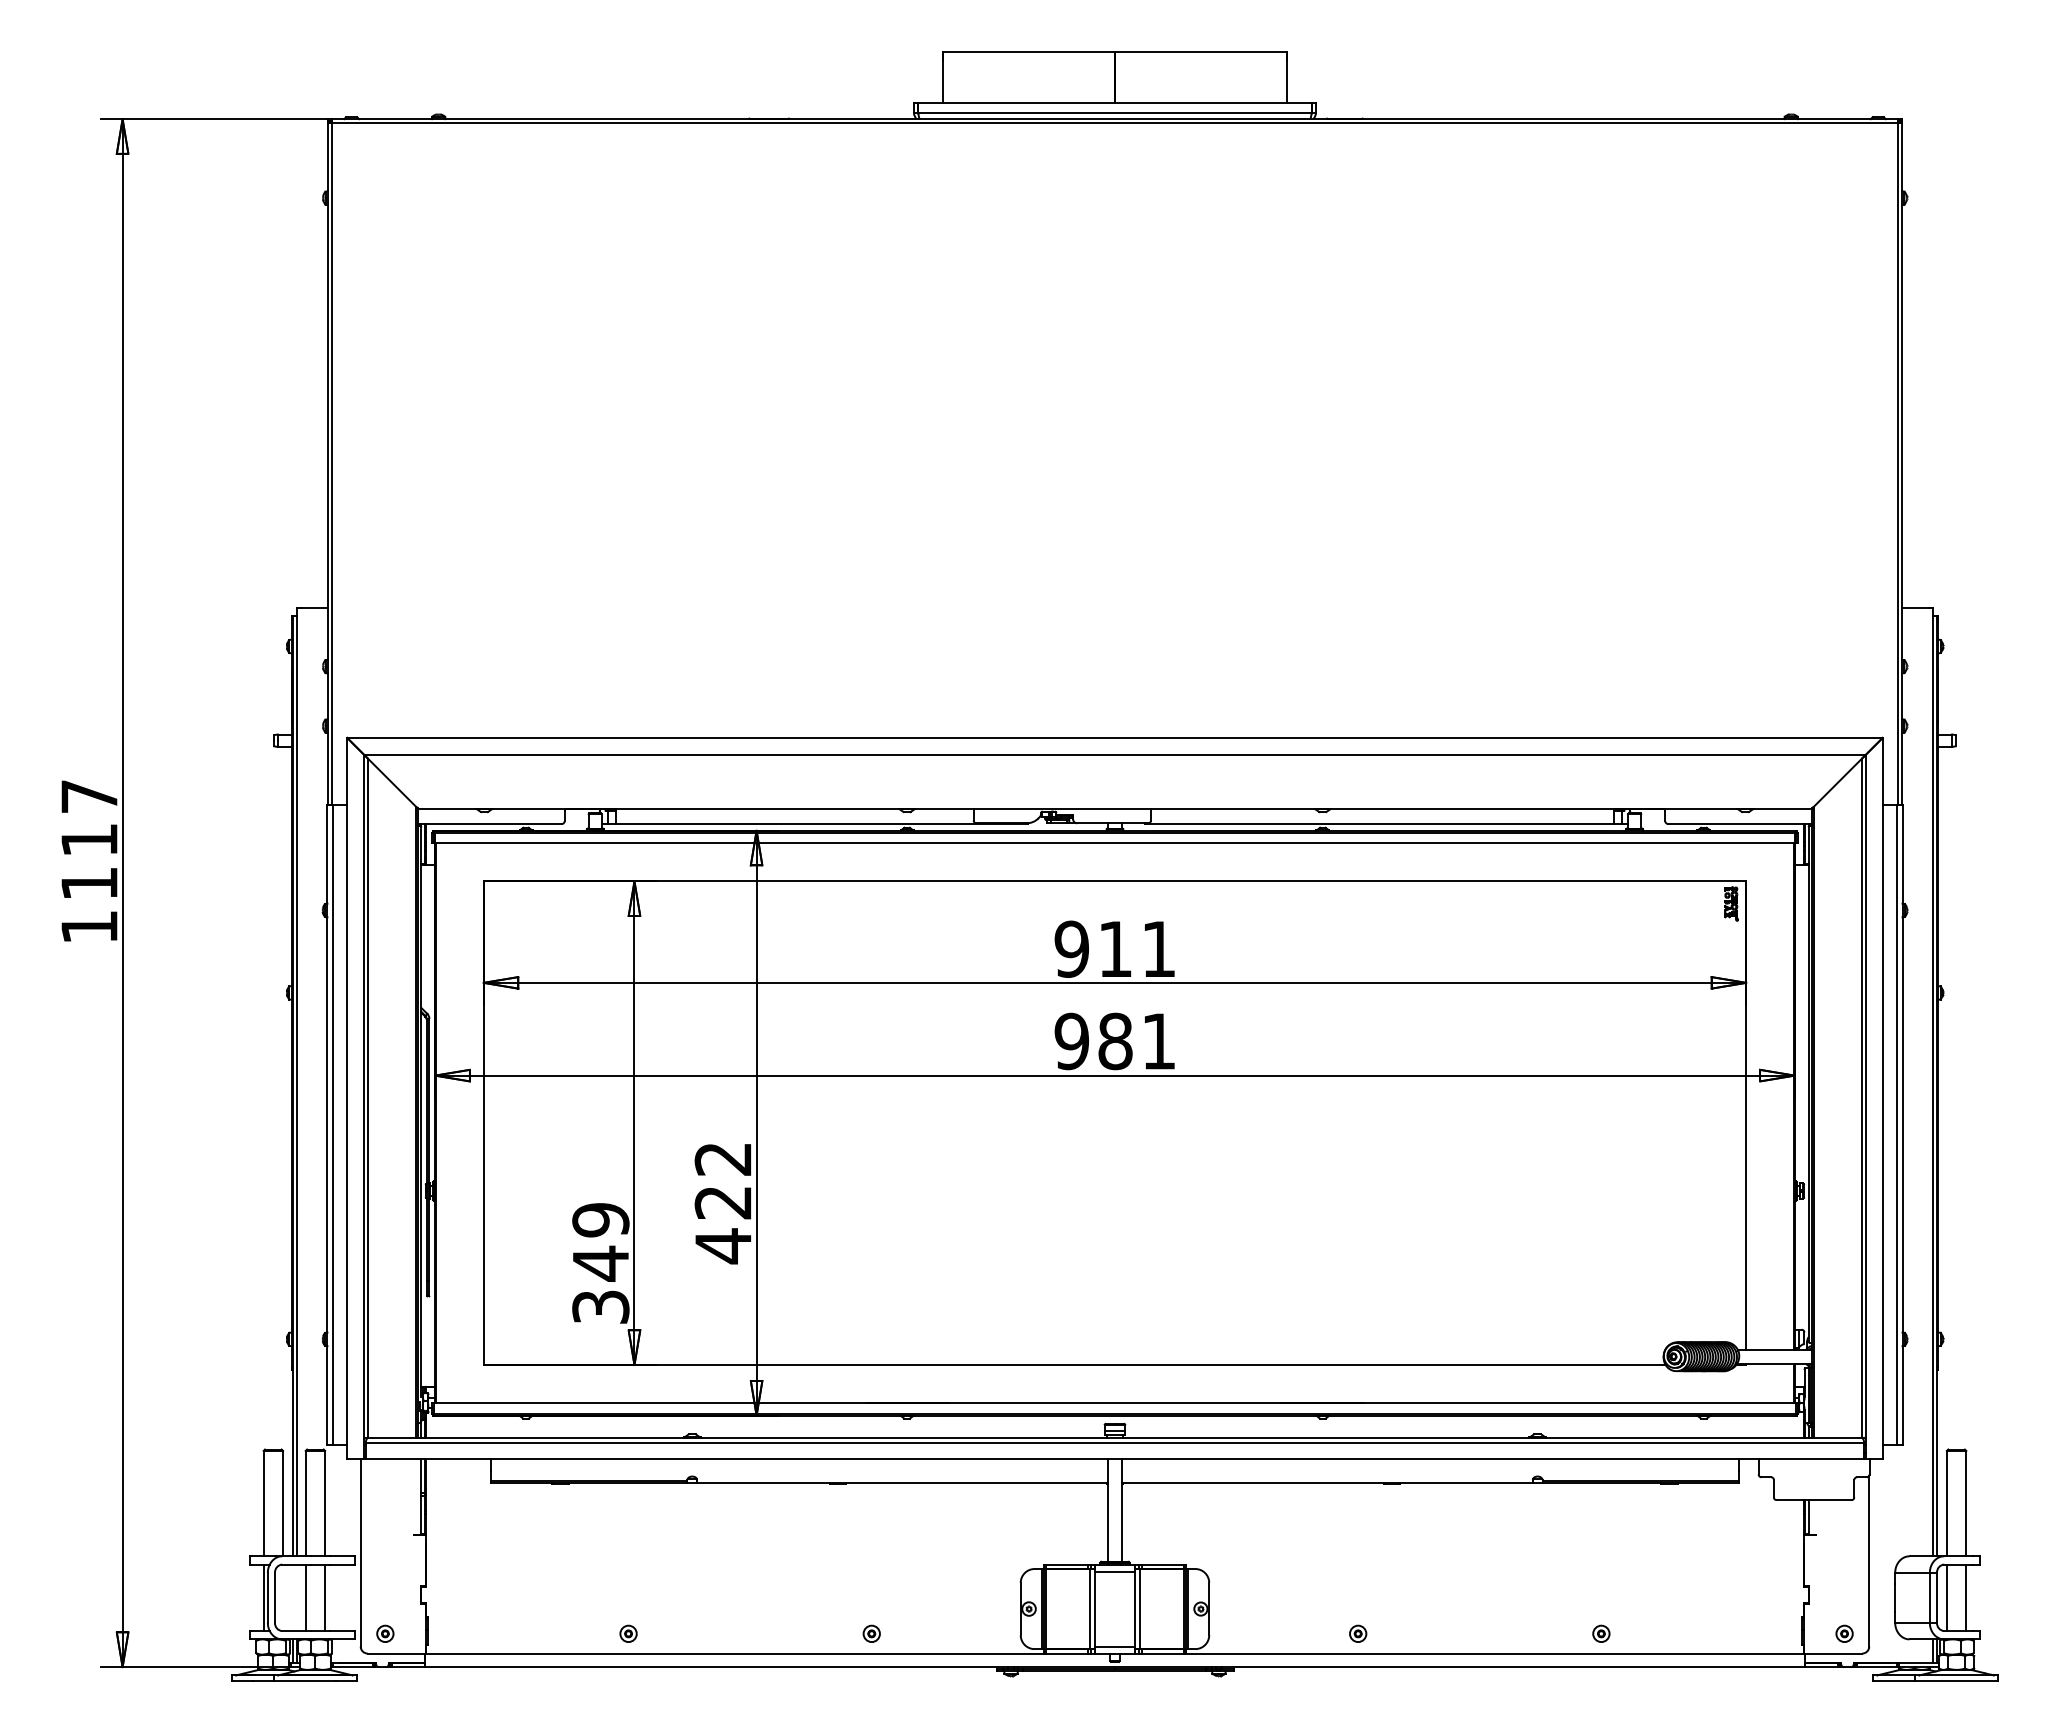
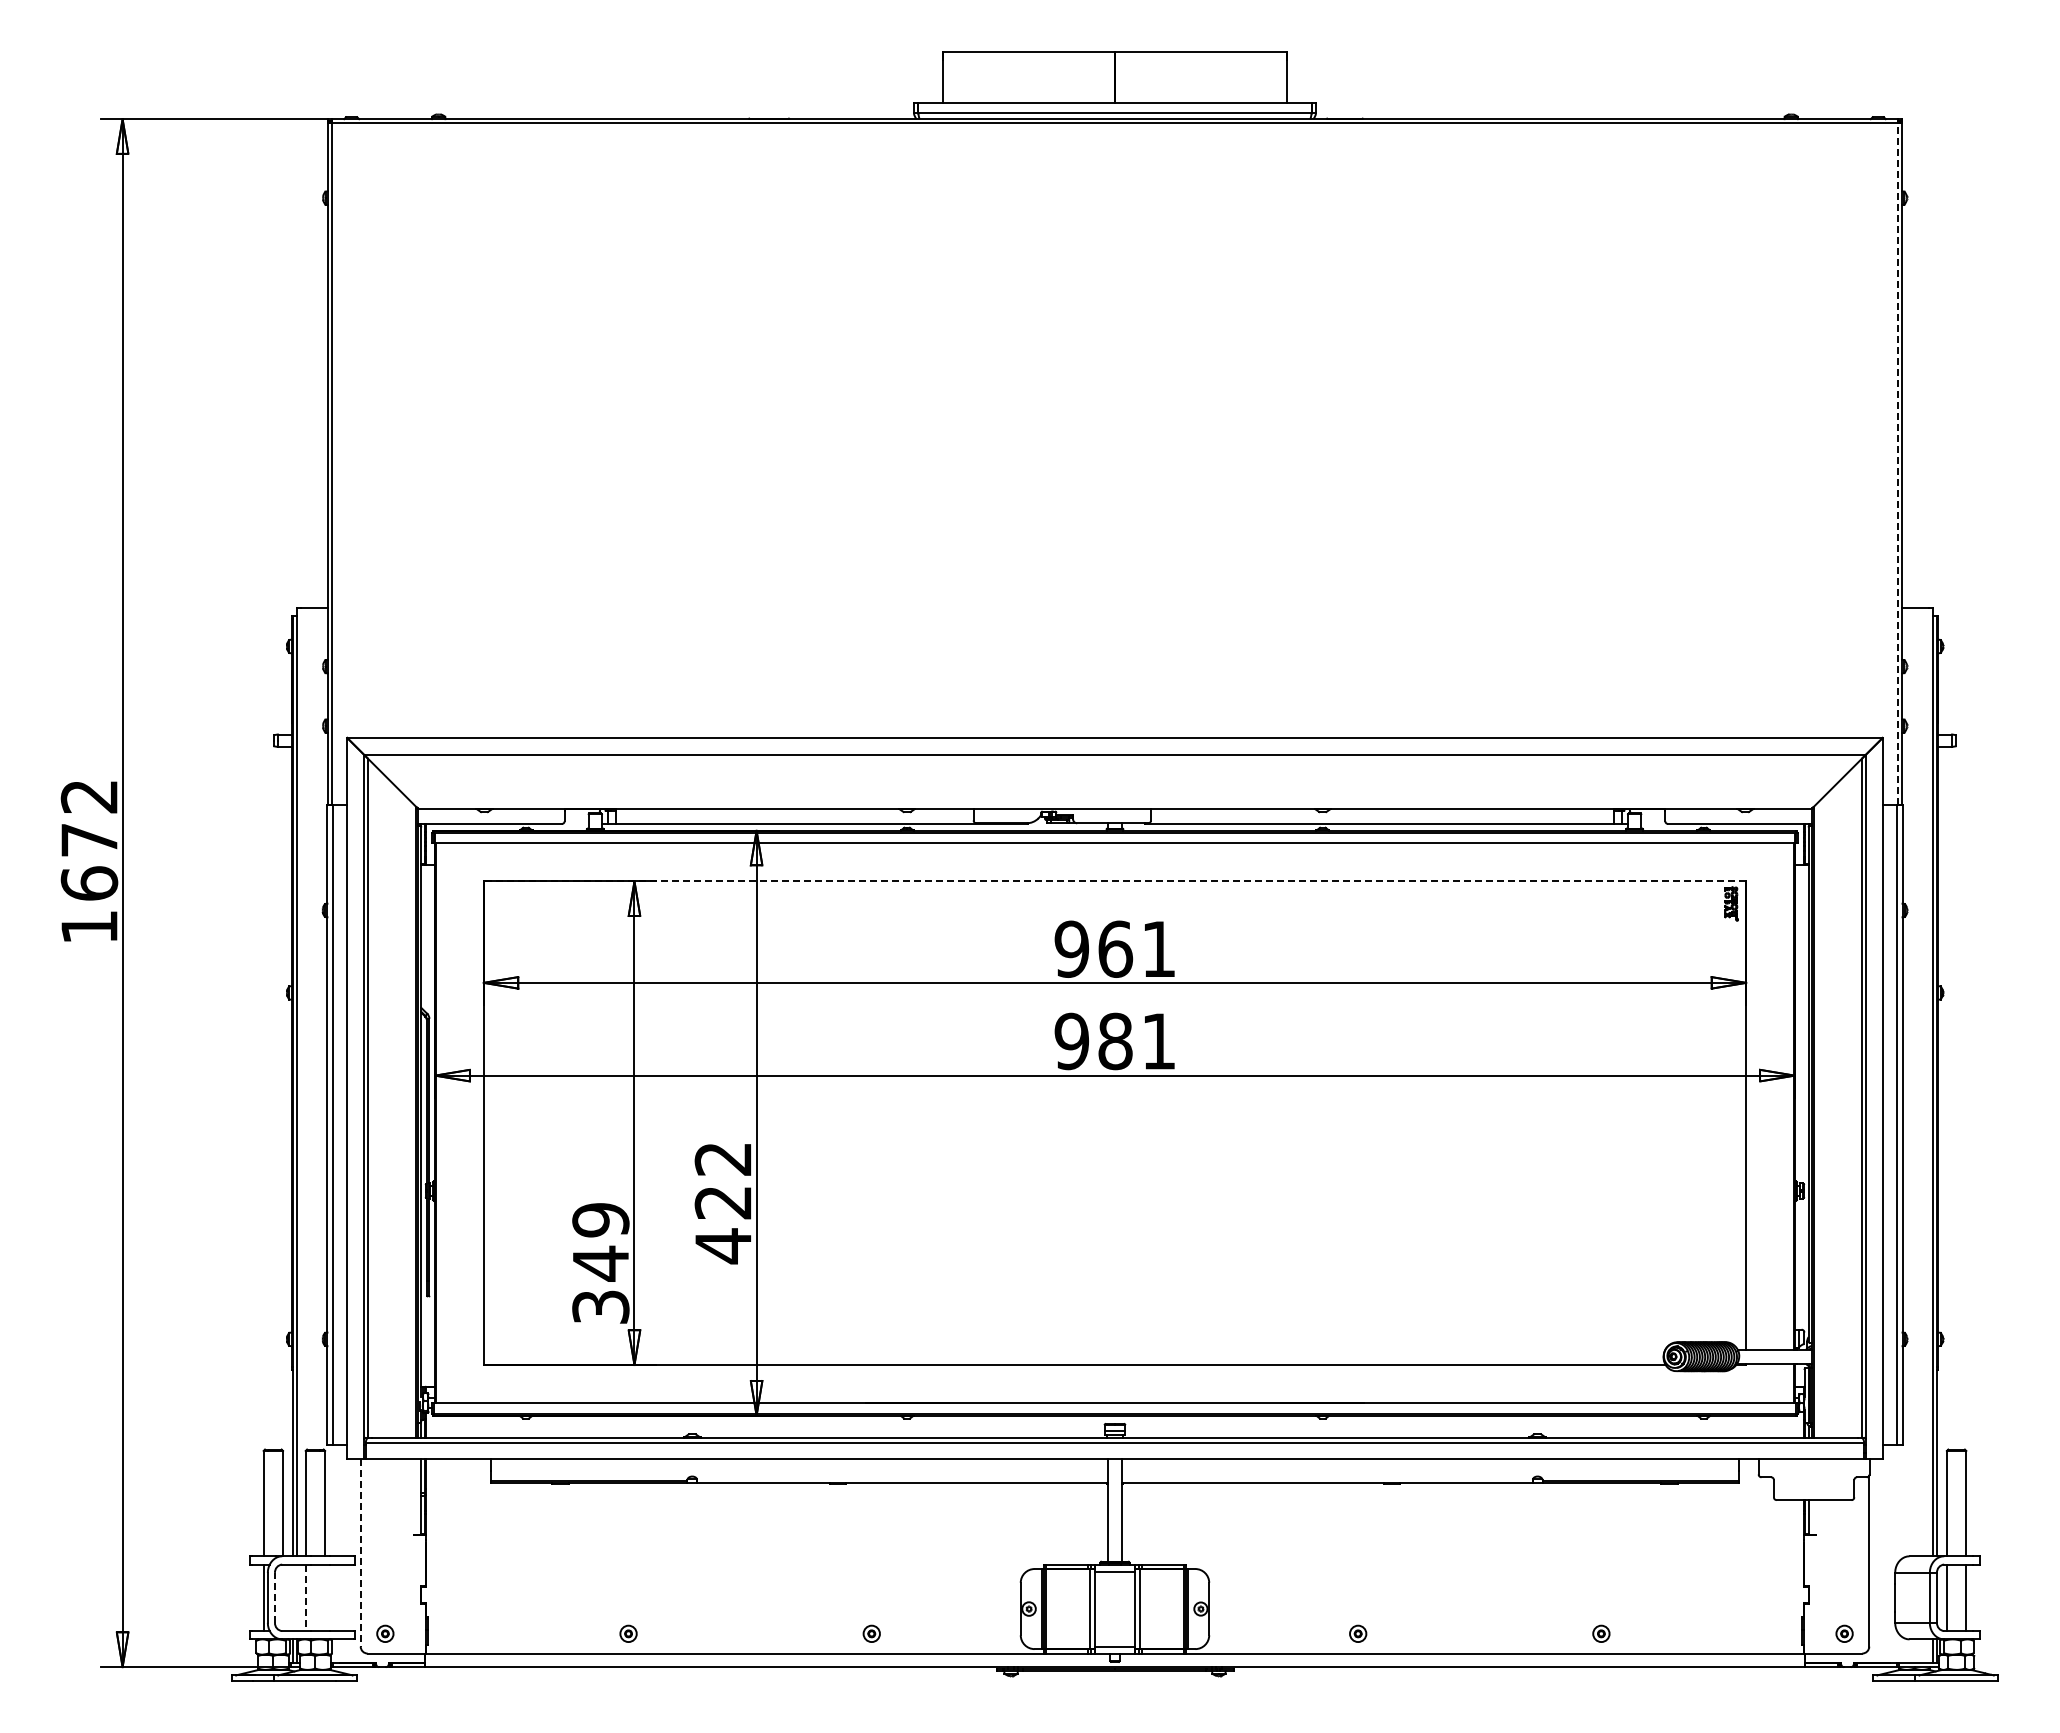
line at (1897, 464): solid -> dashed
text at (89, 840): 1117 -> 1672
line at (1114, 881): solid -> dashed
text at (1115, 948): 911 -> 961
line at (360, 1553): solid -> dashed
line at (275, 1597): solid -> dashed
line at (325, 1597): present -> none
line at (305, 1598): solid -> dashed
